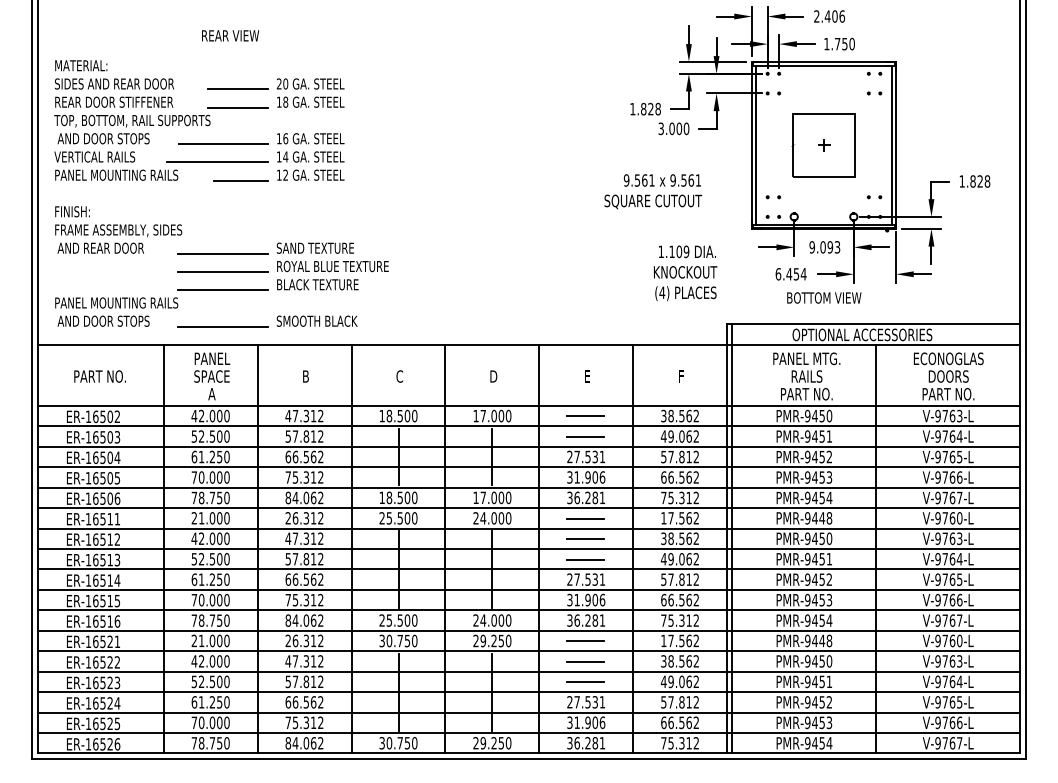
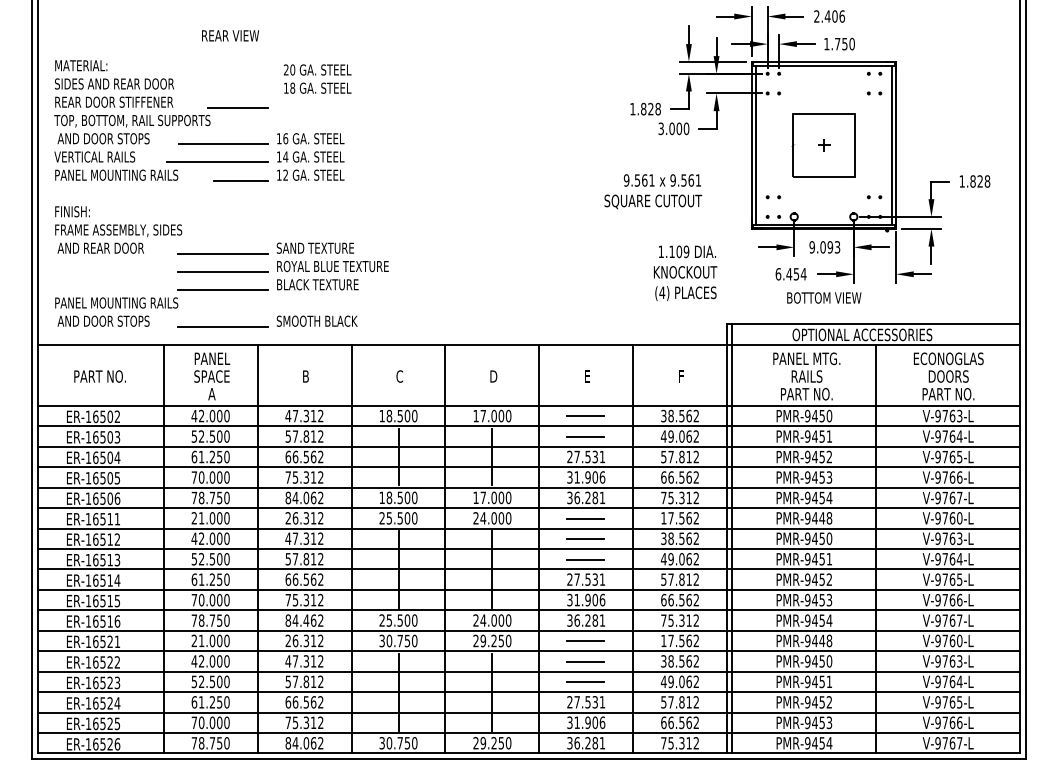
line at (237, 89): present -> none
text at (310, 92) position: (310, 92) -> (317, 78)
text at (306, 620): 84.062 -> 84.462
